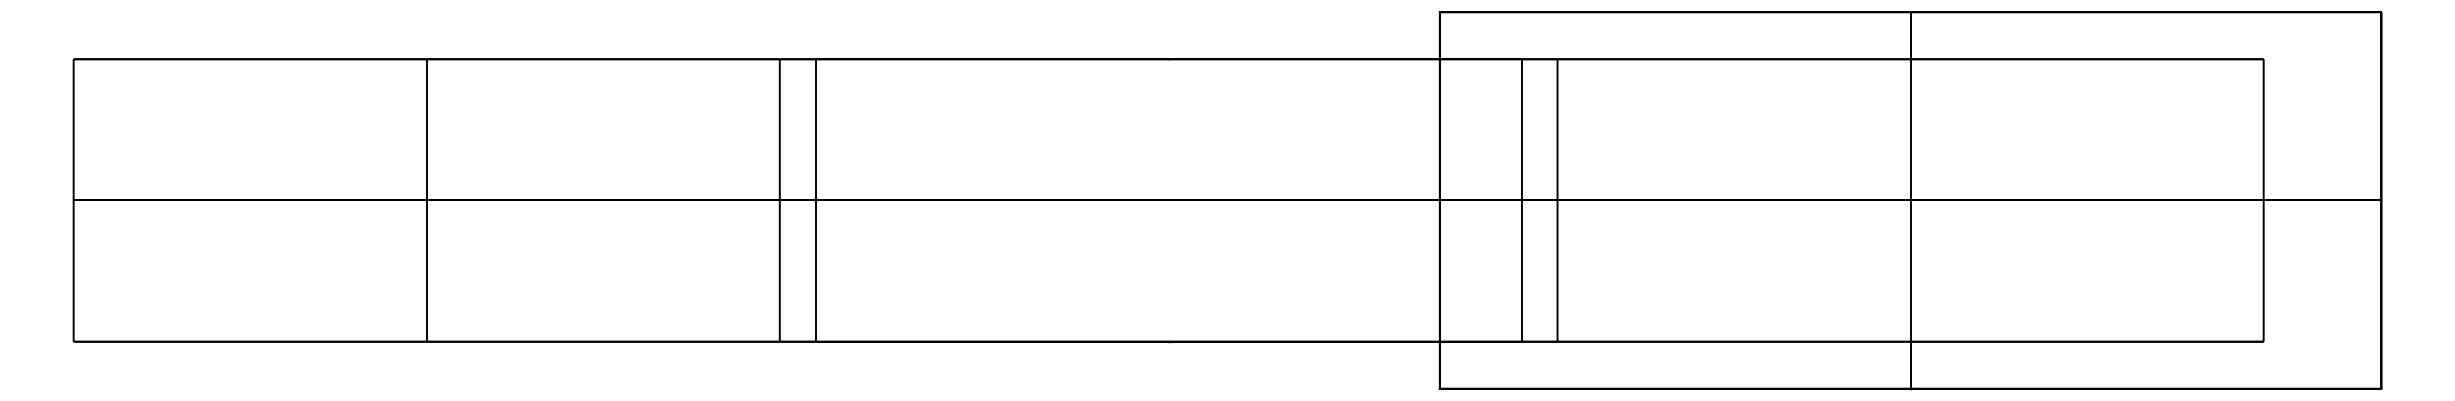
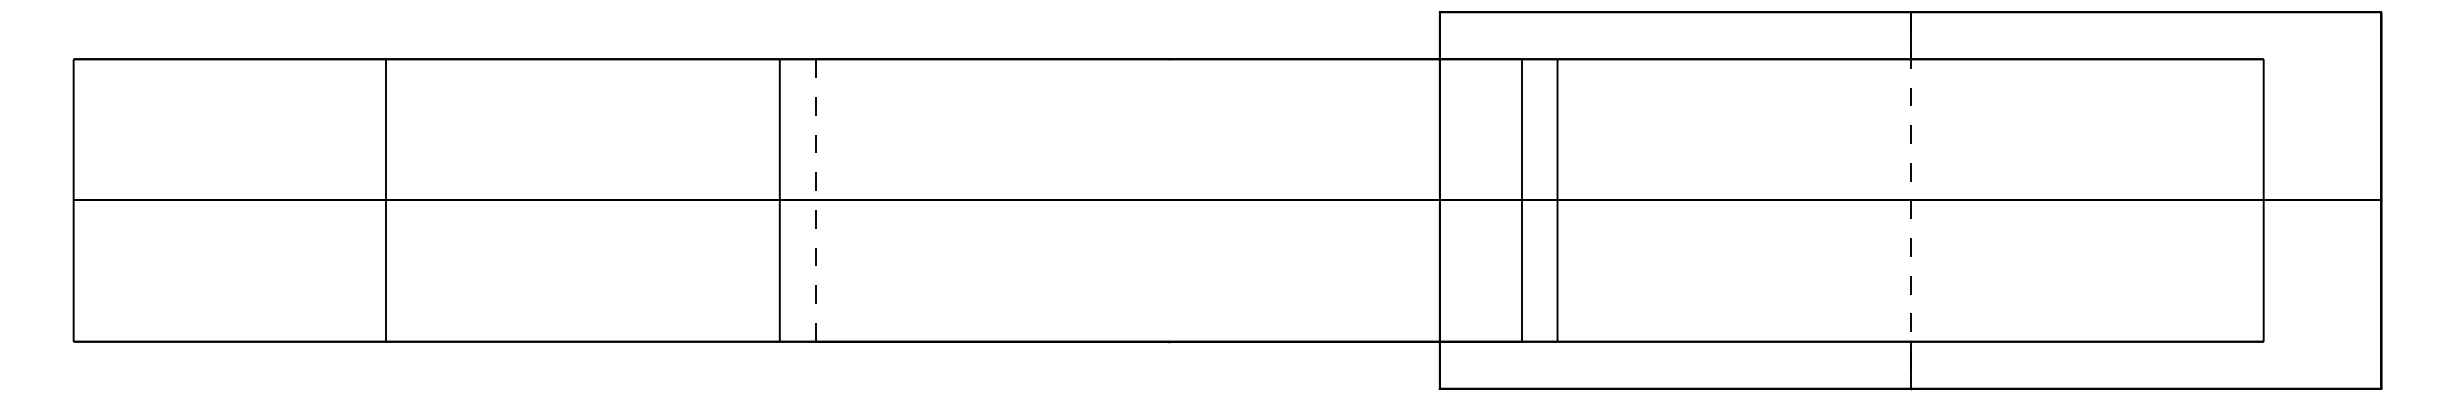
line at (426, 200) position: (426, 200) -> (385, 200)
line at (815, 200): solid -> dashed
line at (1910, 200): solid -> dashed
